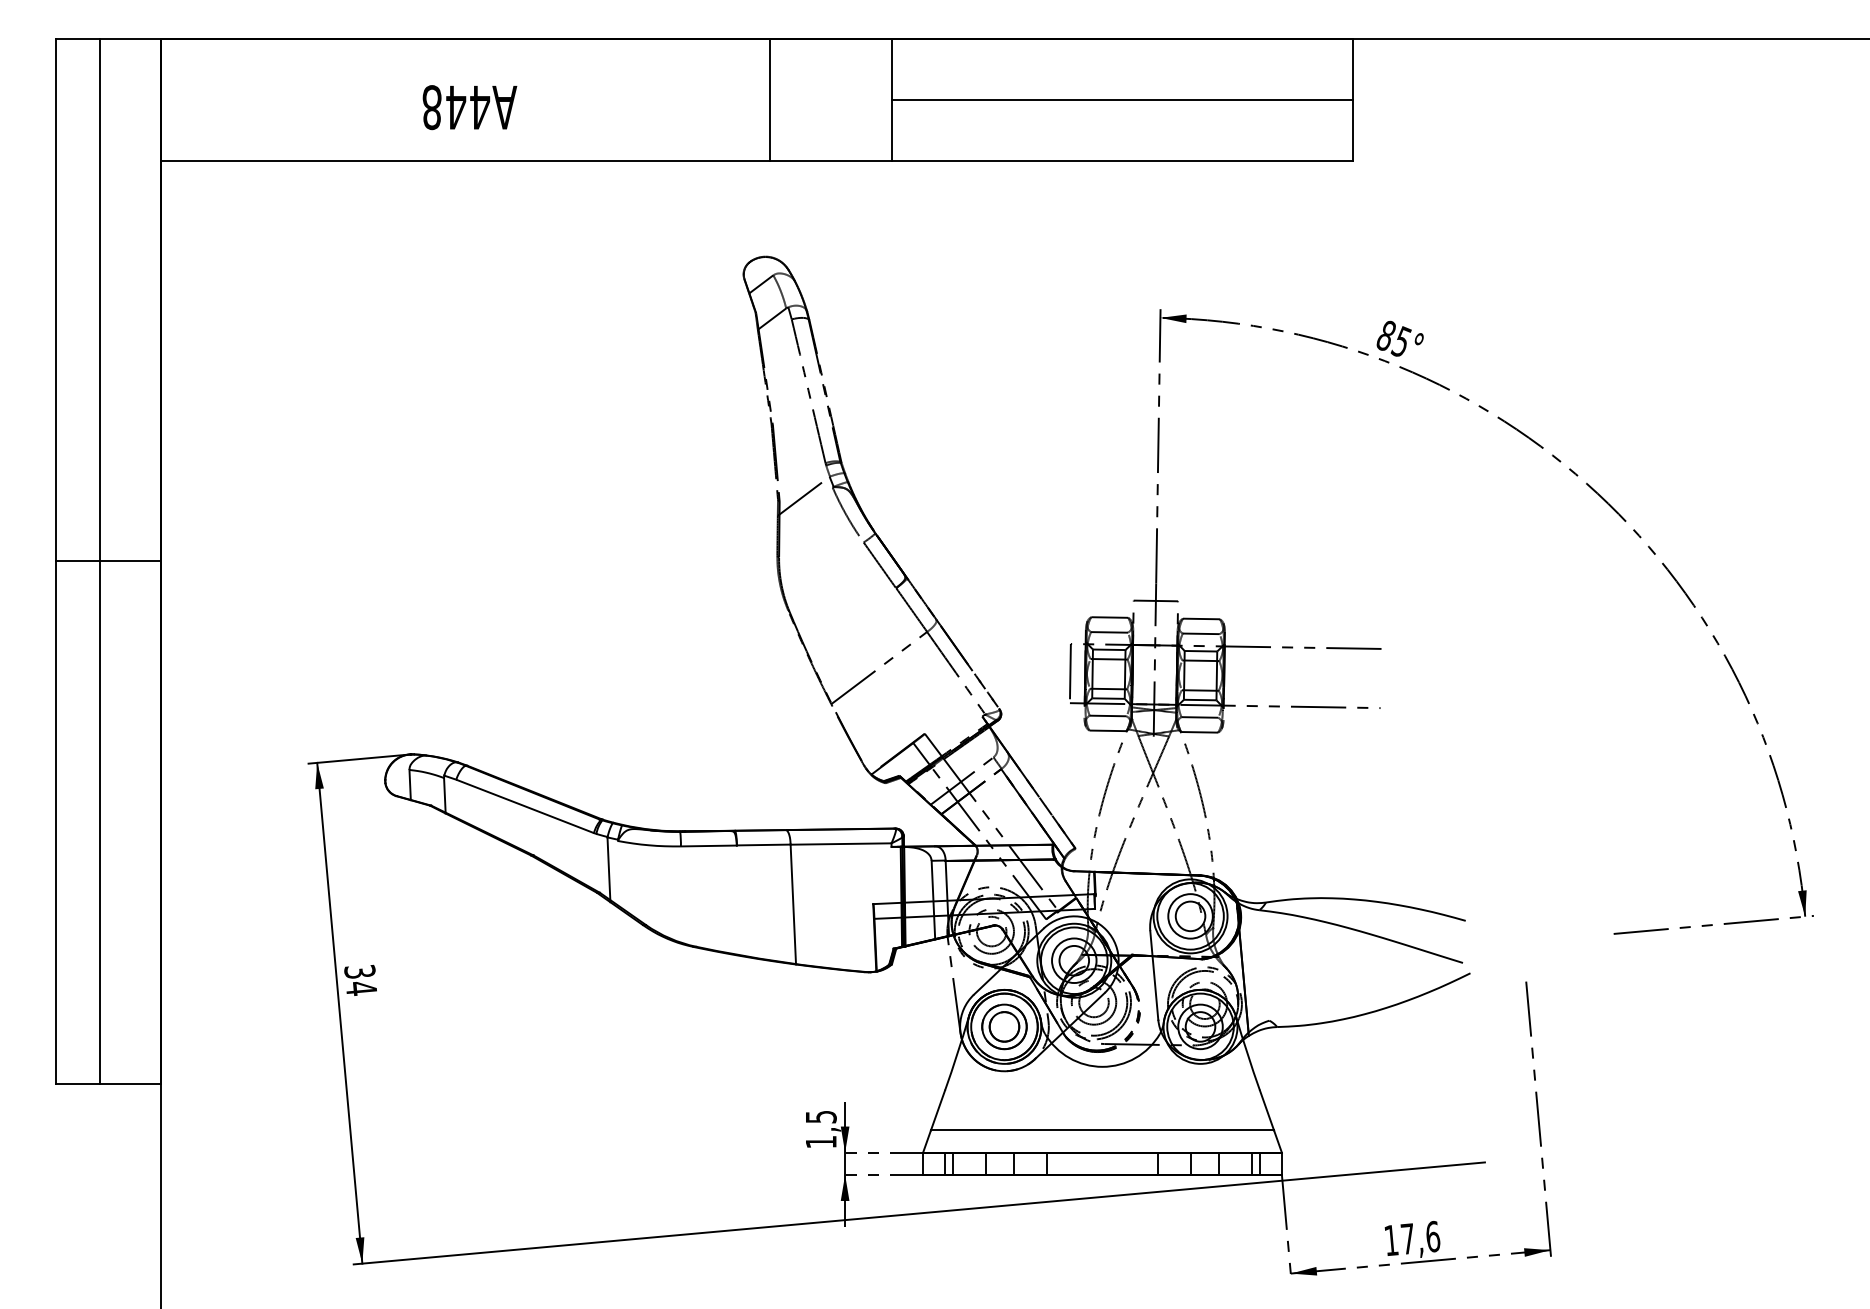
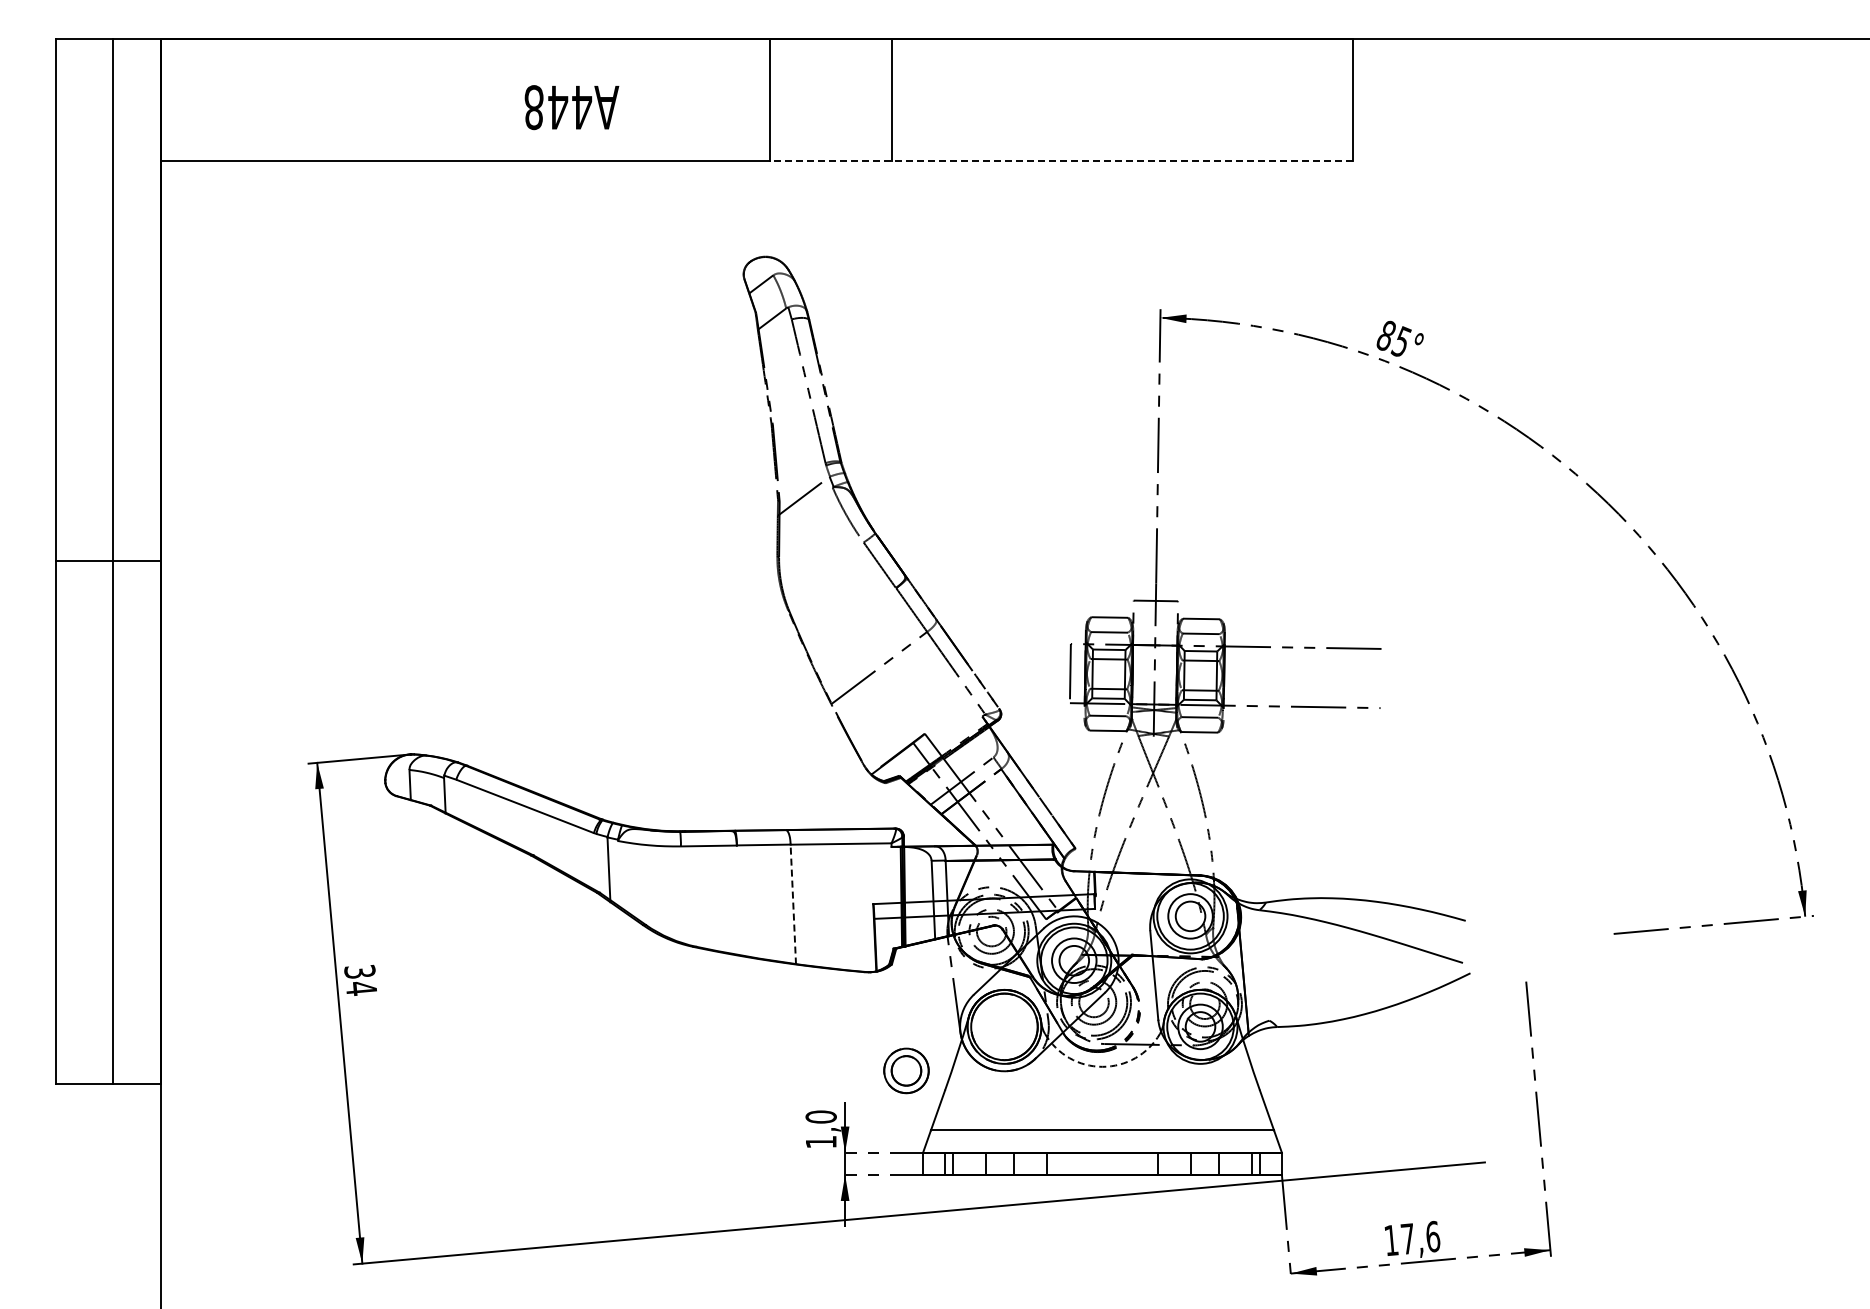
line at (1121, 100): present -> none
text at (469, 107) position: (469, 107) -> (571, 107)
line at (1061, 161): solid -> dashed
line at (99, 561) position: (99, 561) -> (112, 561)
line at (793, 904): solid -> dashed
part at (1004, 1026) position: (1004, 1026) -> (906, 1070)
arc at (1102, 1066): solid -> dashed
text at (820, 1116): 1,5 -> 1,0
